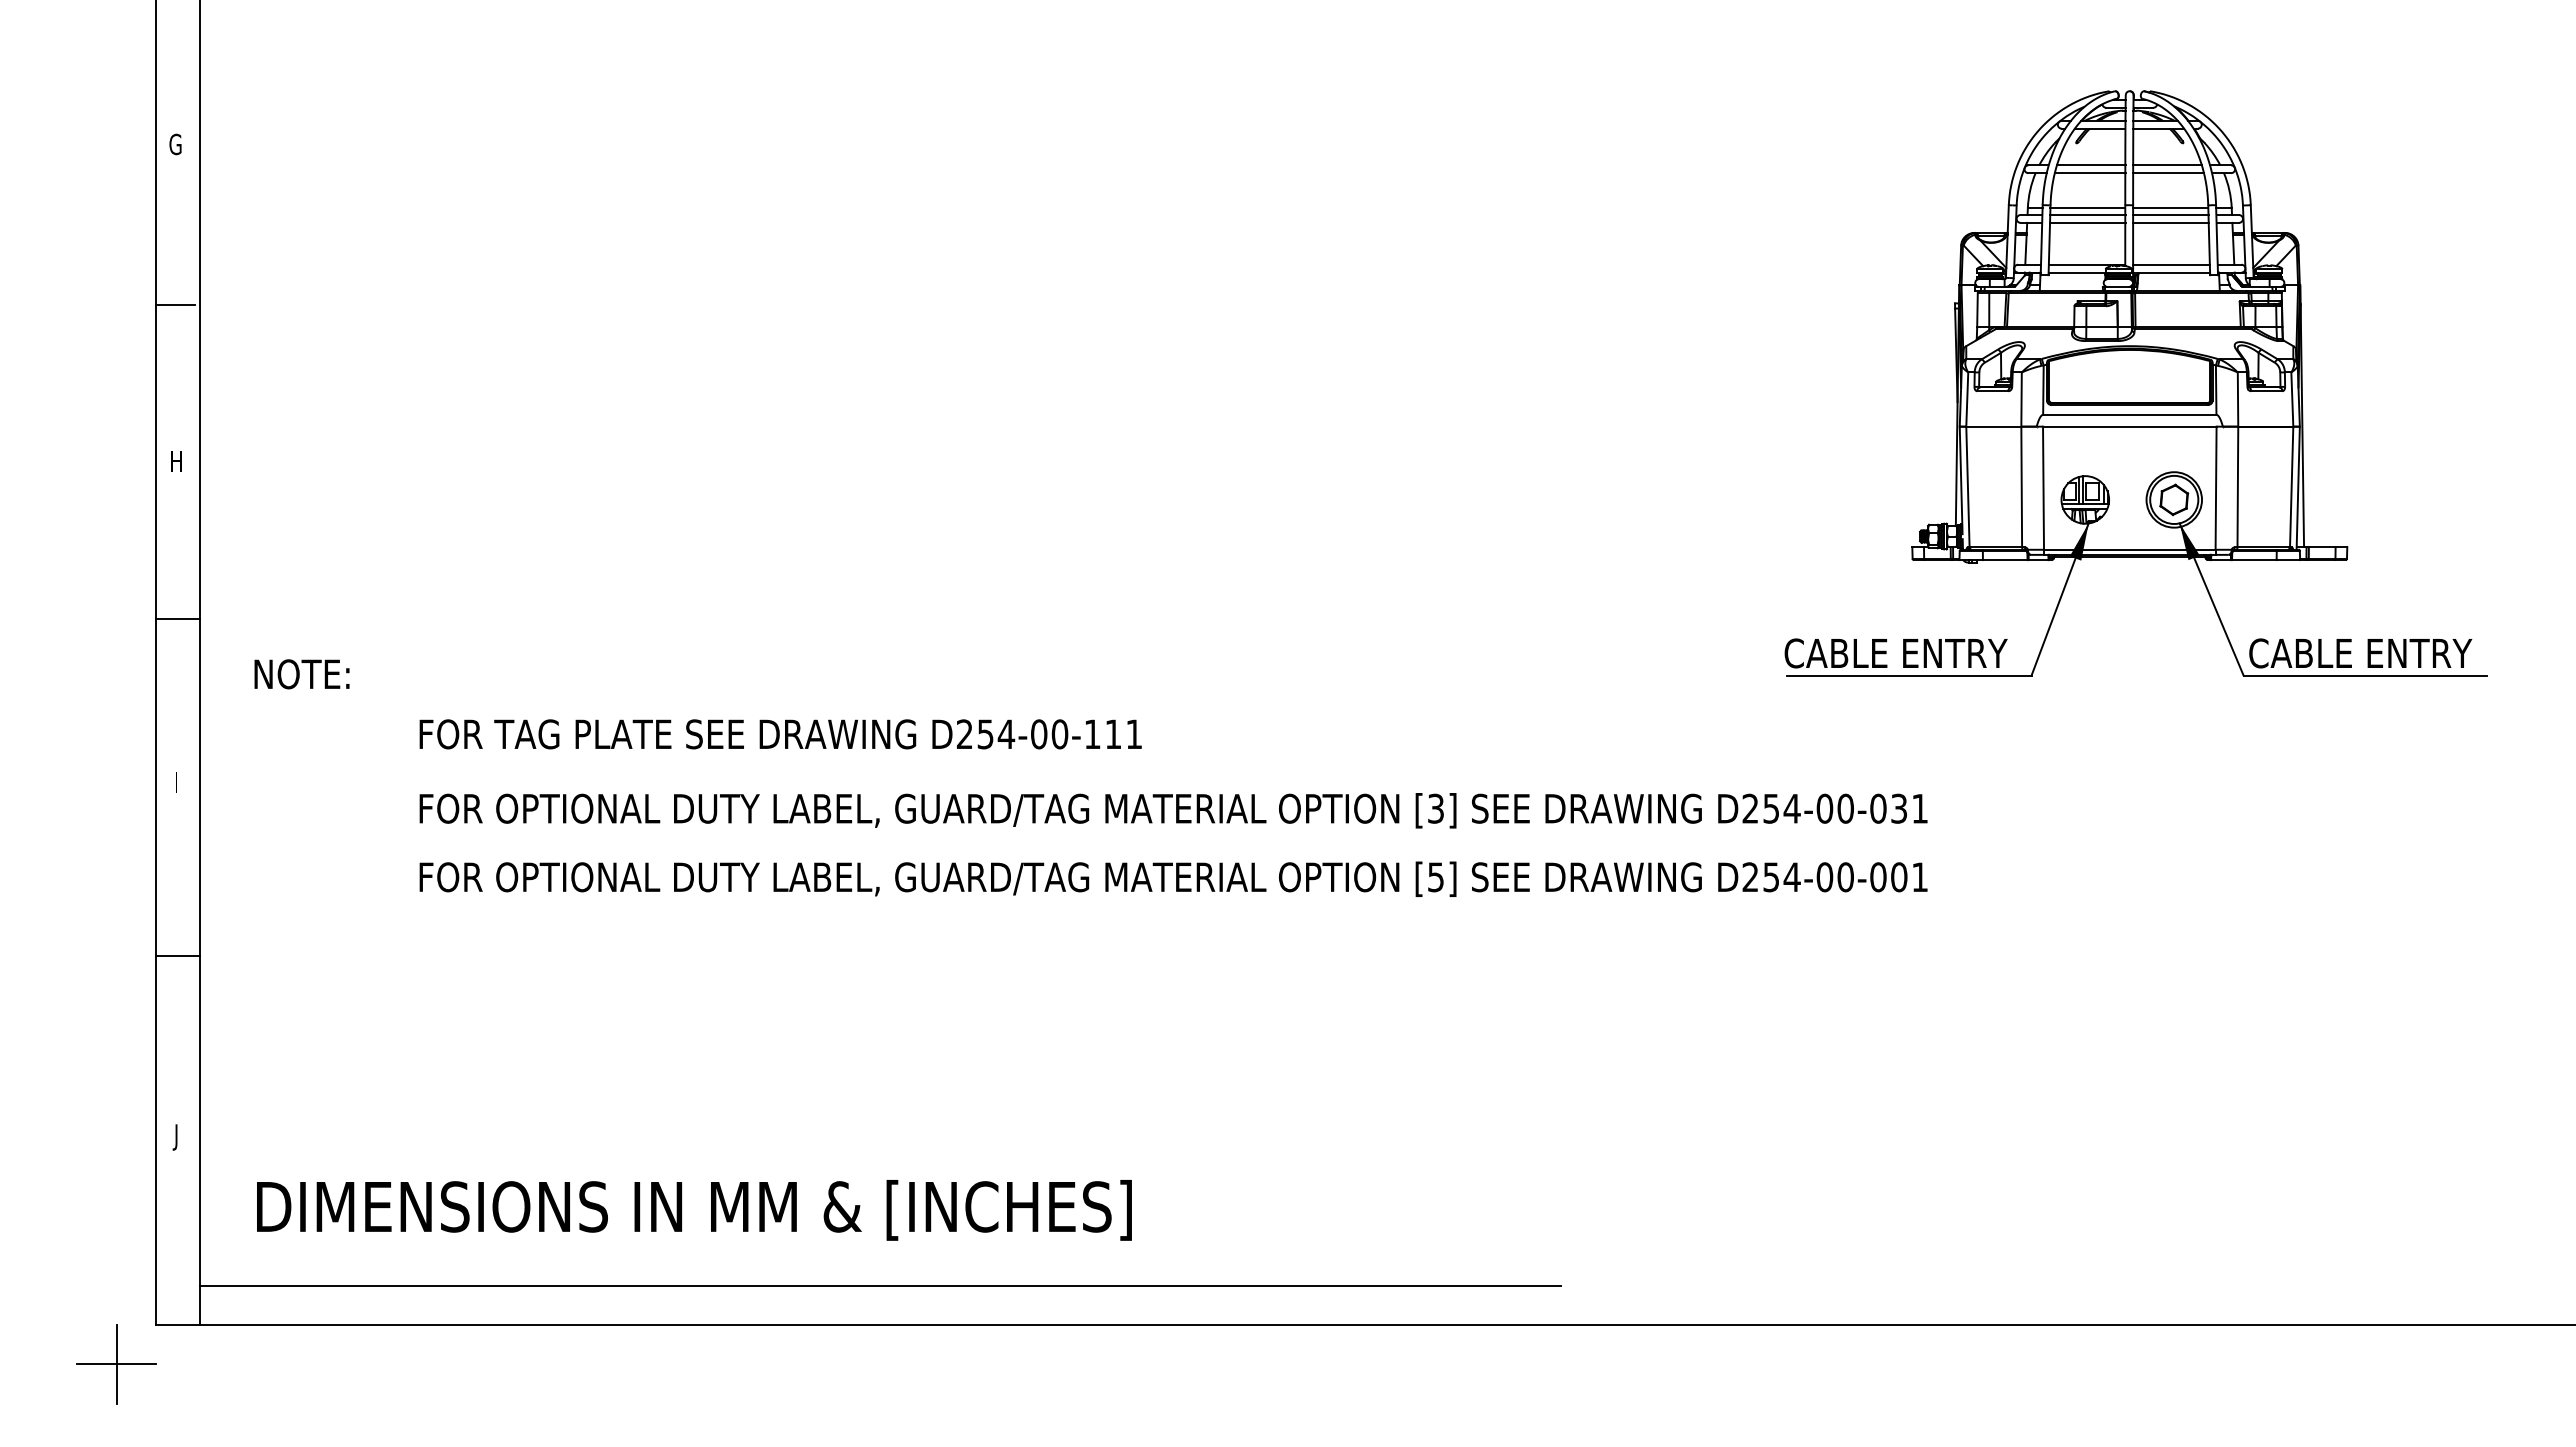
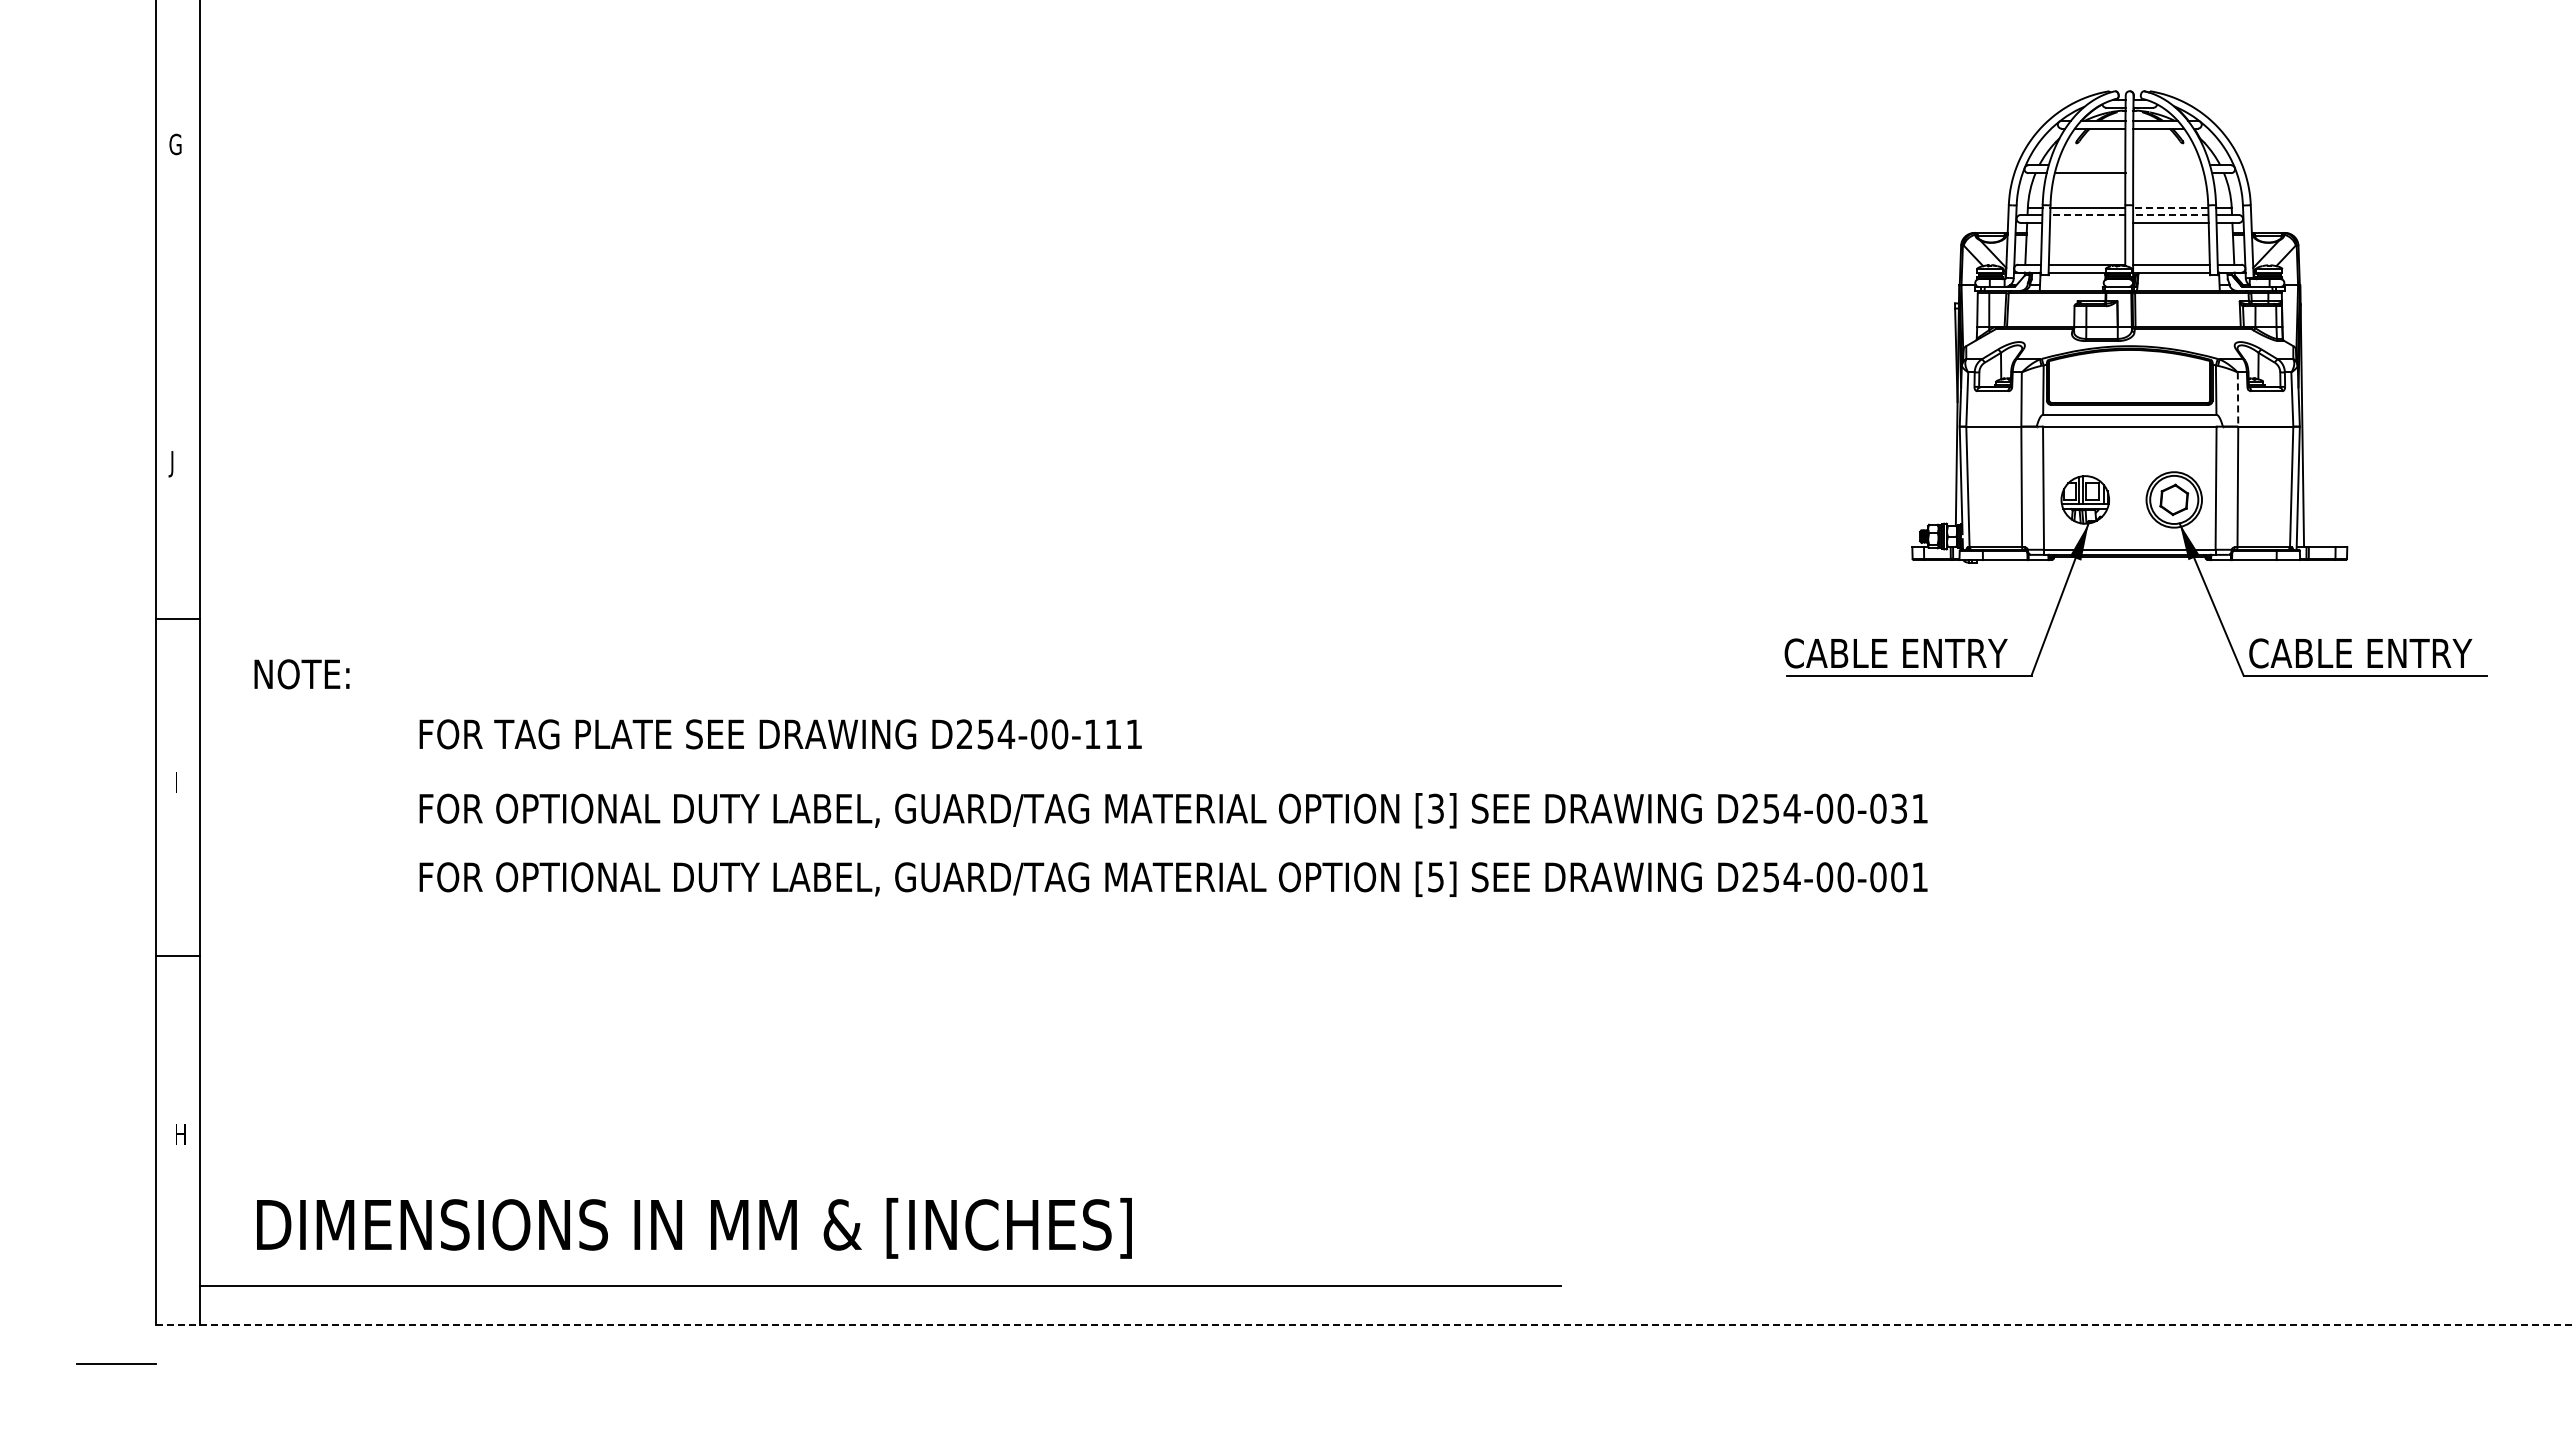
line at (2090, 165): present -> none
line at (2167, 165): present -> none
line at (2168, 173): present -> none
line at (2170, 207): solid -> dashed
line at (2087, 215): solid -> dashed
line at (2170, 215): solid -> dashed
line at (2087, 222): present -> none
line at (175, 304): present -> none
line at (2238, 400): solid -> dashed
text at (174, 464): H -> J
text at (178, 1137): J -> H
text at (694, 1210) position: (694, 1210) -> (694, 1228)
line at (1365, 1325): solid -> dashed
line at (116, 1364): present -> none
